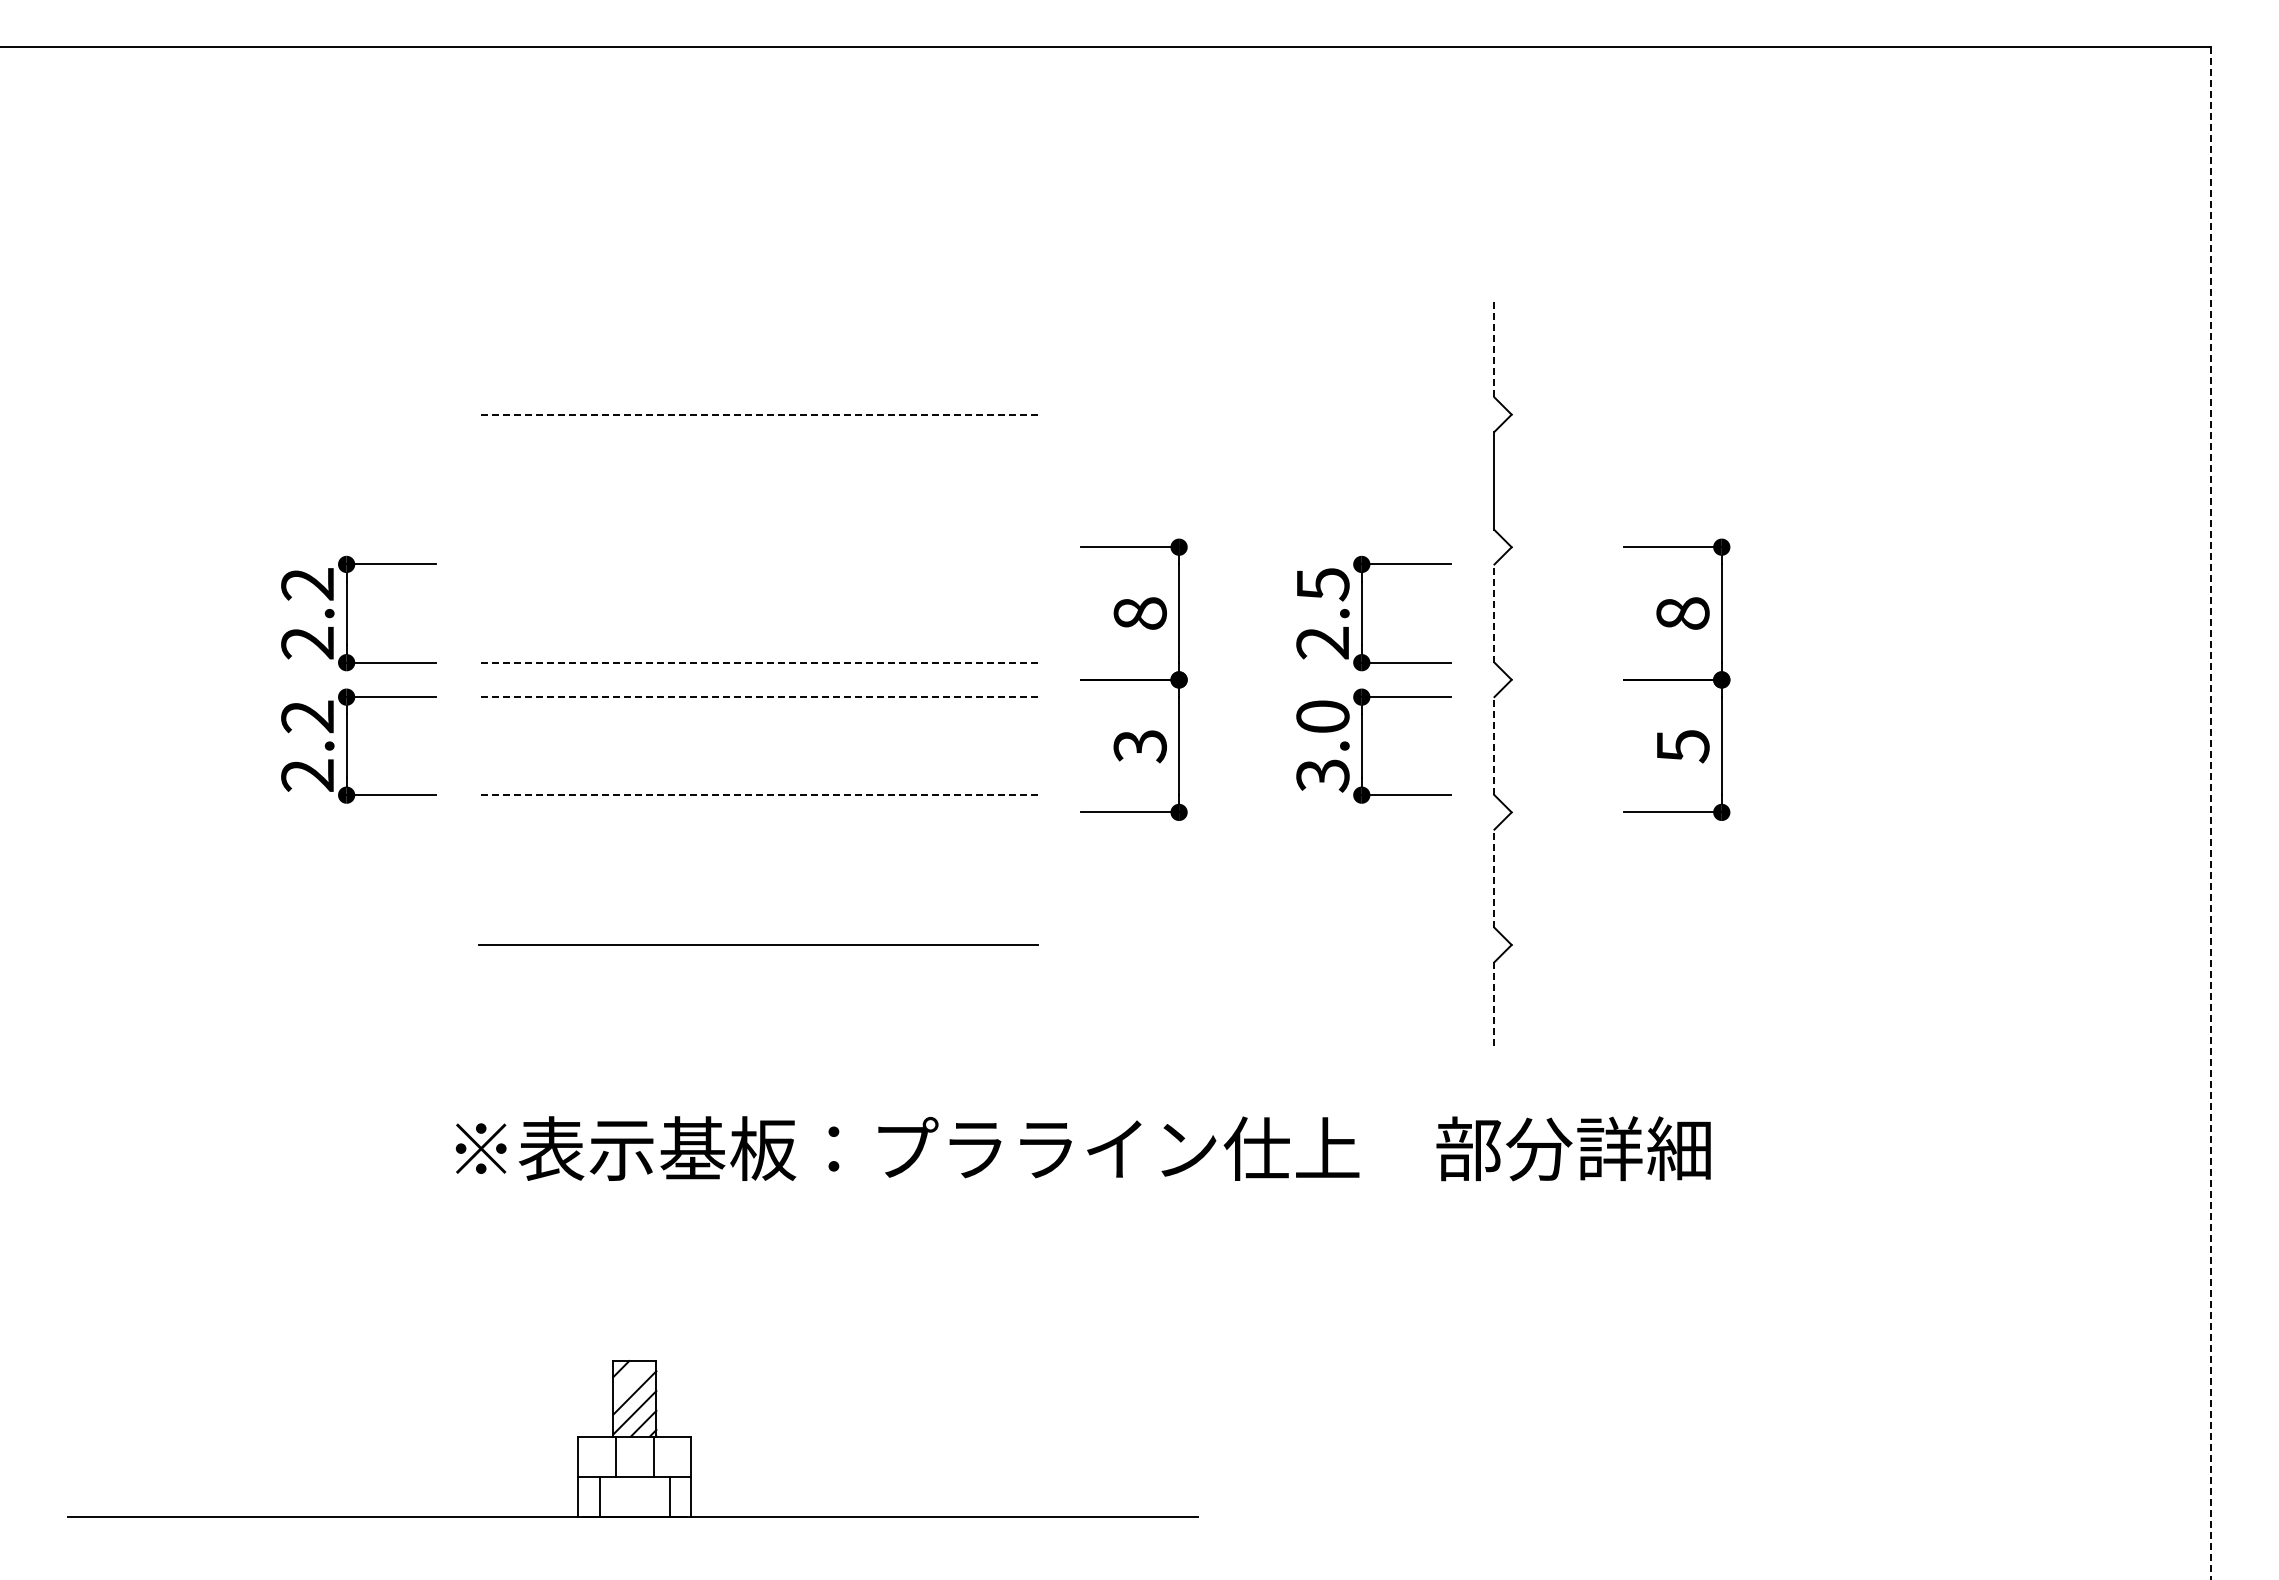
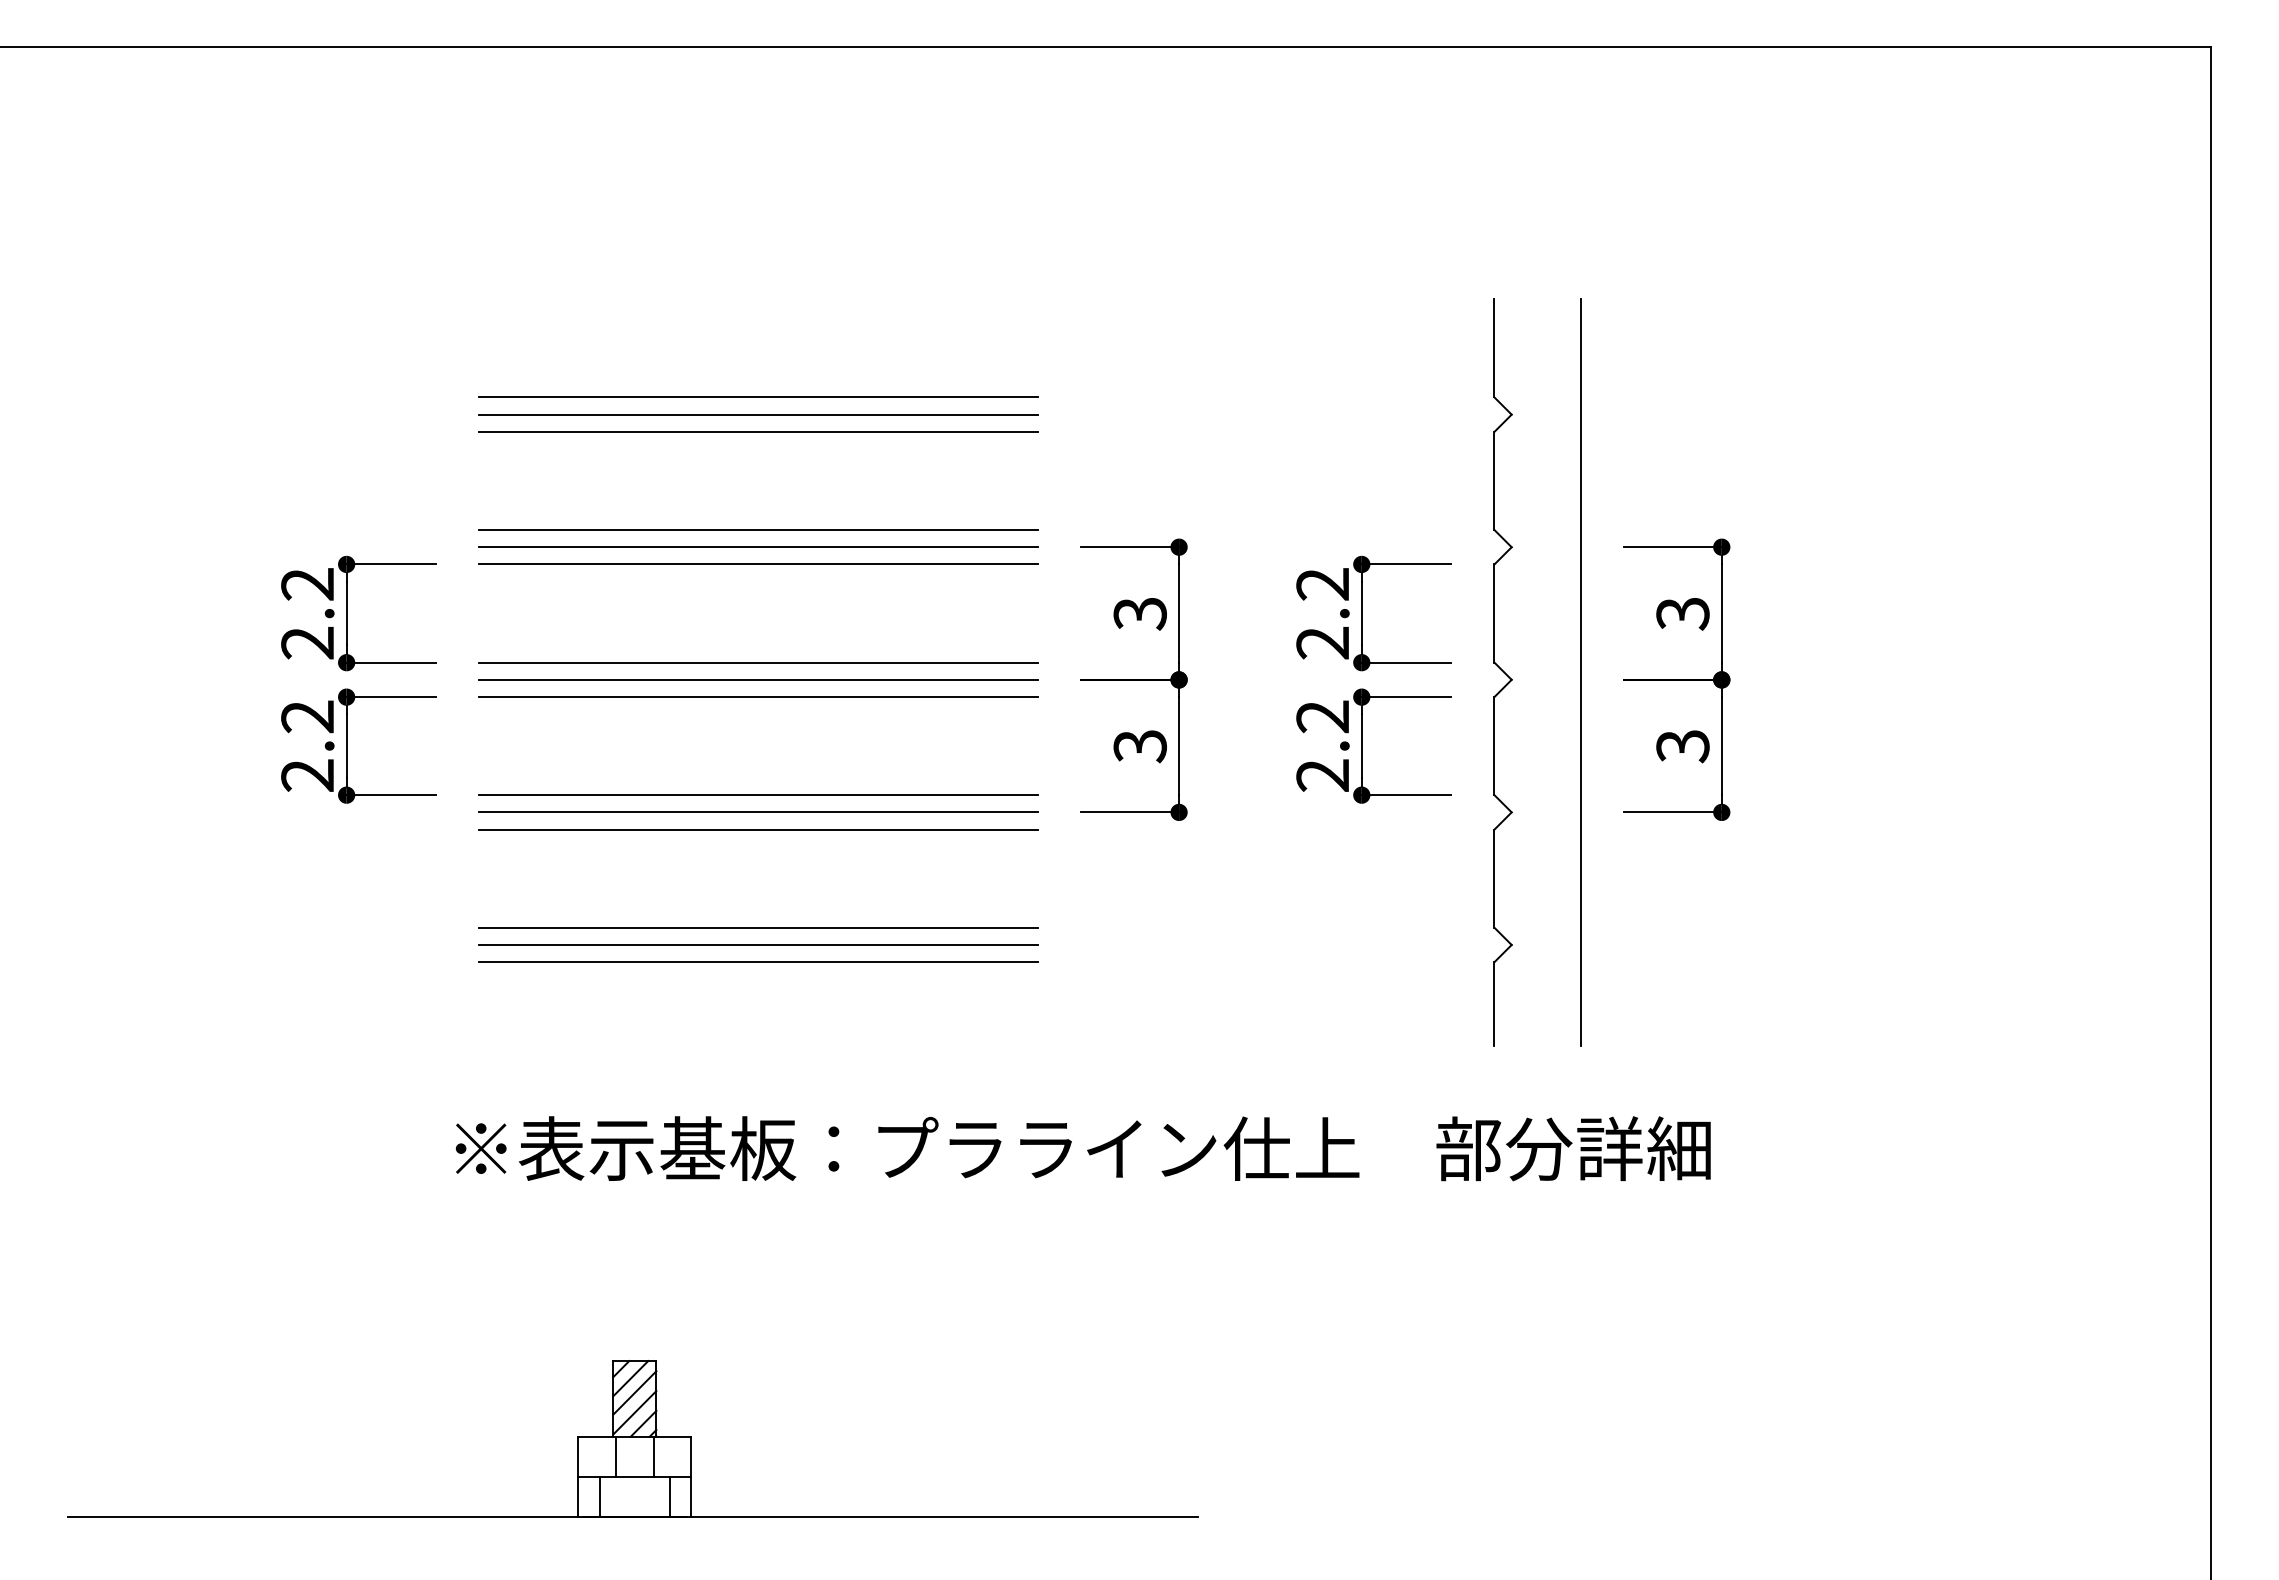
line at (1494, 347): dashed -> solid
line at (758, 397): none -> present
line at (758, 414): dashed -> solid
line at (758, 431): none -> present
line at (758, 529): none -> present
line at (758, 546): none -> present
line at (758, 564): none -> present
text at (1322, 584): 2.5 -> 2.2
text at (1139, 613): 8 -> 3
line at (1494, 613): dashed -> solid
text at (1682, 613): 8 -> 3
line at (758, 662): dashed -> solid
line at (1580, 672): none -> present
line at (758, 679): none -> present
line at (758, 697): dashed -> solid
line at (1494, 745): dashed -> solid
text at (1322, 746): 3.0 -> 2.2
text at (1682, 746): 5 -> 3
line at (758, 795): dashed -> solid
line at (758, 812): none -> present
line at (2210, 813): dashed -> solid
line at (758, 829): none -> present
line at (1494, 878): dashed -> solid
line at (758, 927): none -> present
line at (758, 961): none -> present
line at (1494, 1003): dashed -> solid
line at (630, 1378): none -> present
